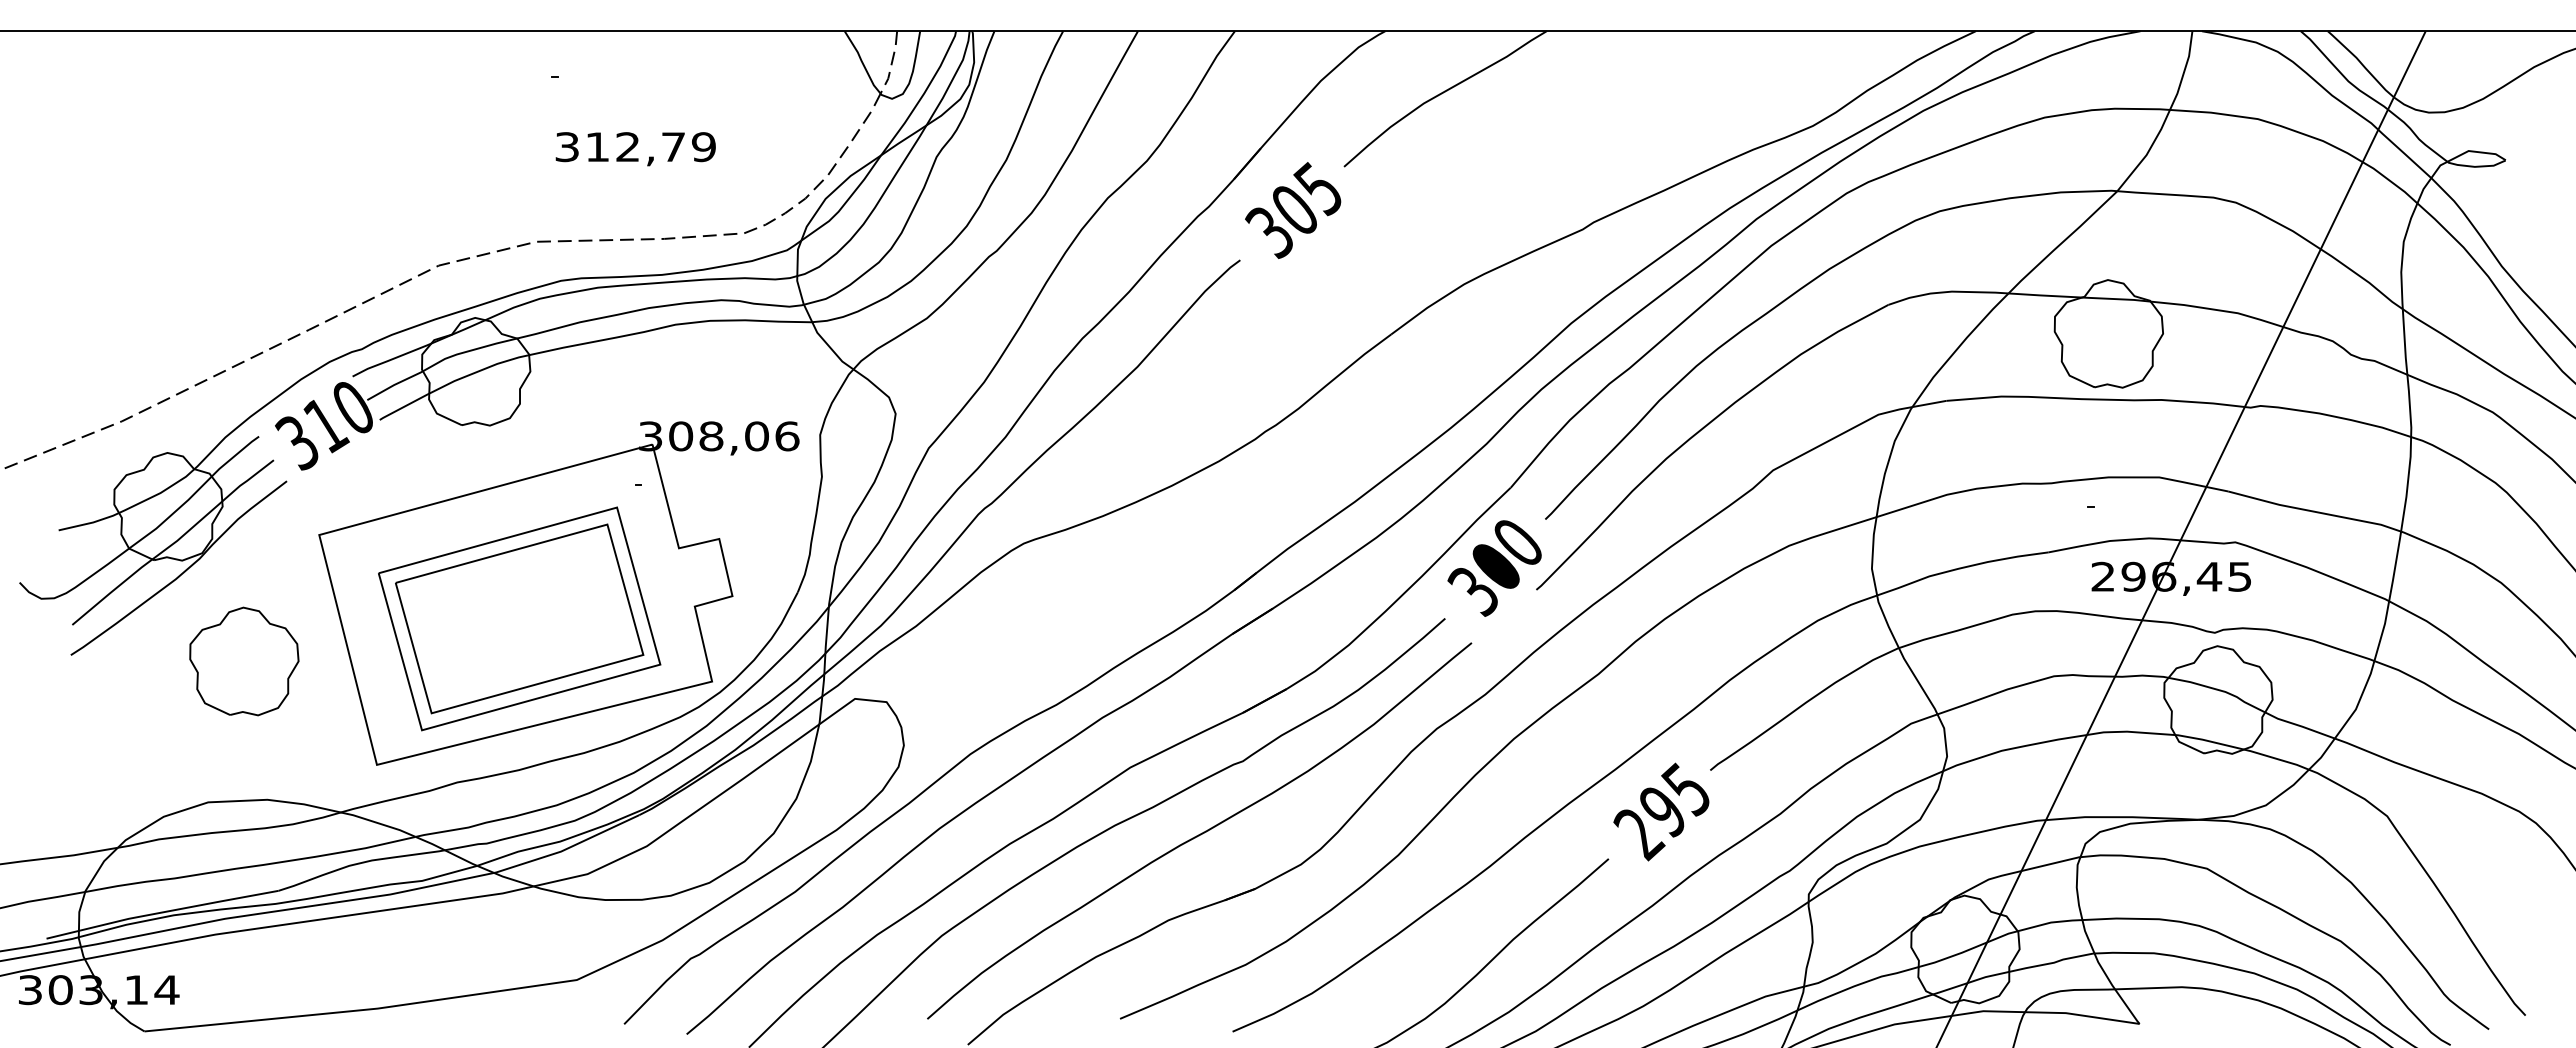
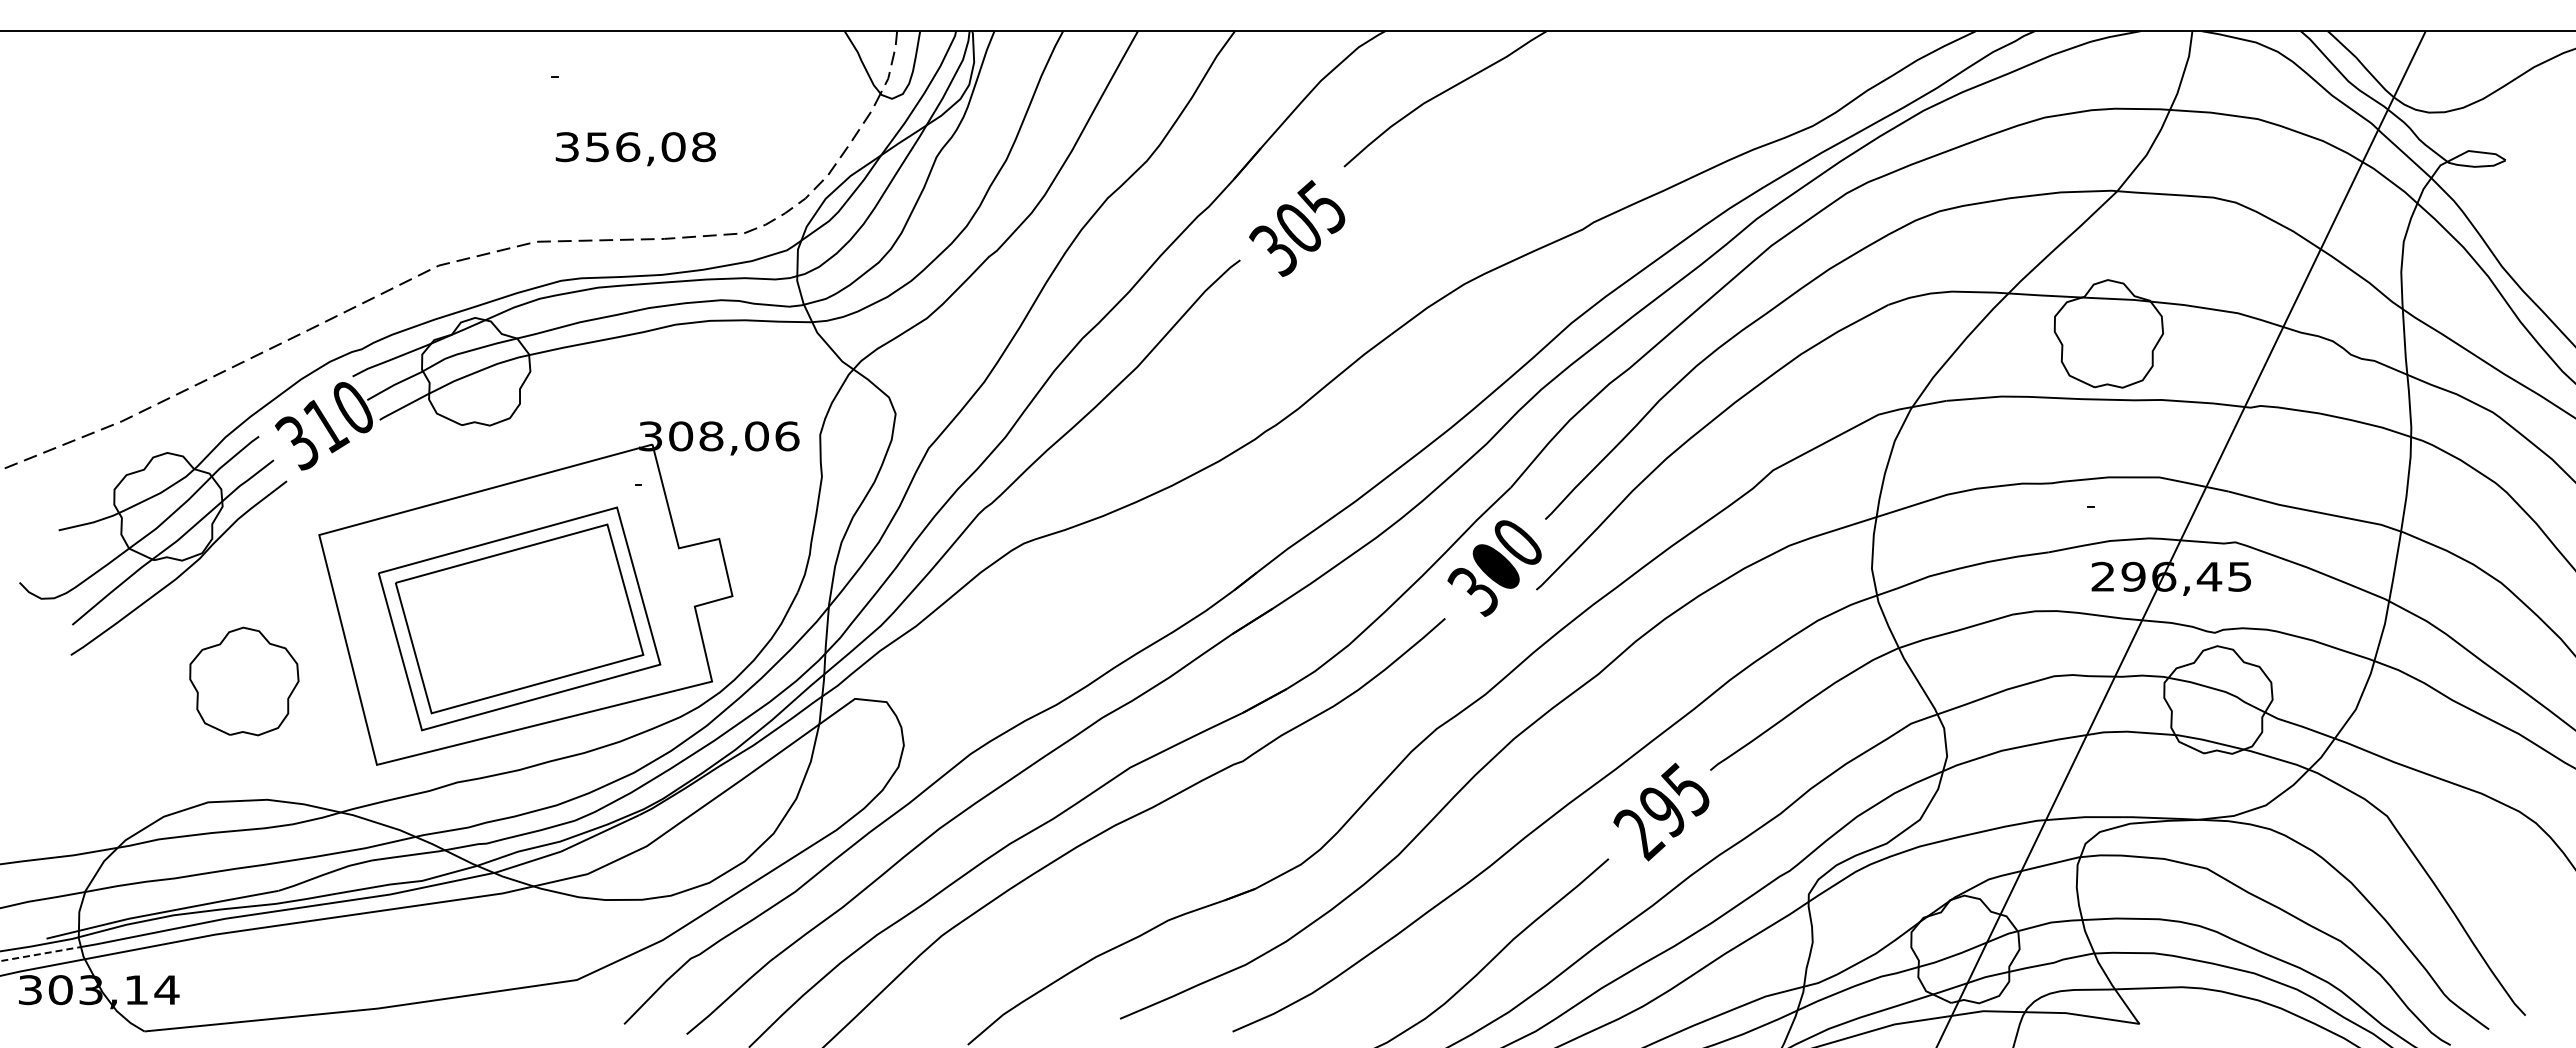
text at (650, 147): 312,79 -> 356,08
text at (1293, 210) position: (1293, 210) -> (1297, 228)
part at (244, 661) position: (244, 661) -> (244, 681)
curve at (1200, 833): present -> none
line at (40, 954): solid -> dashed
